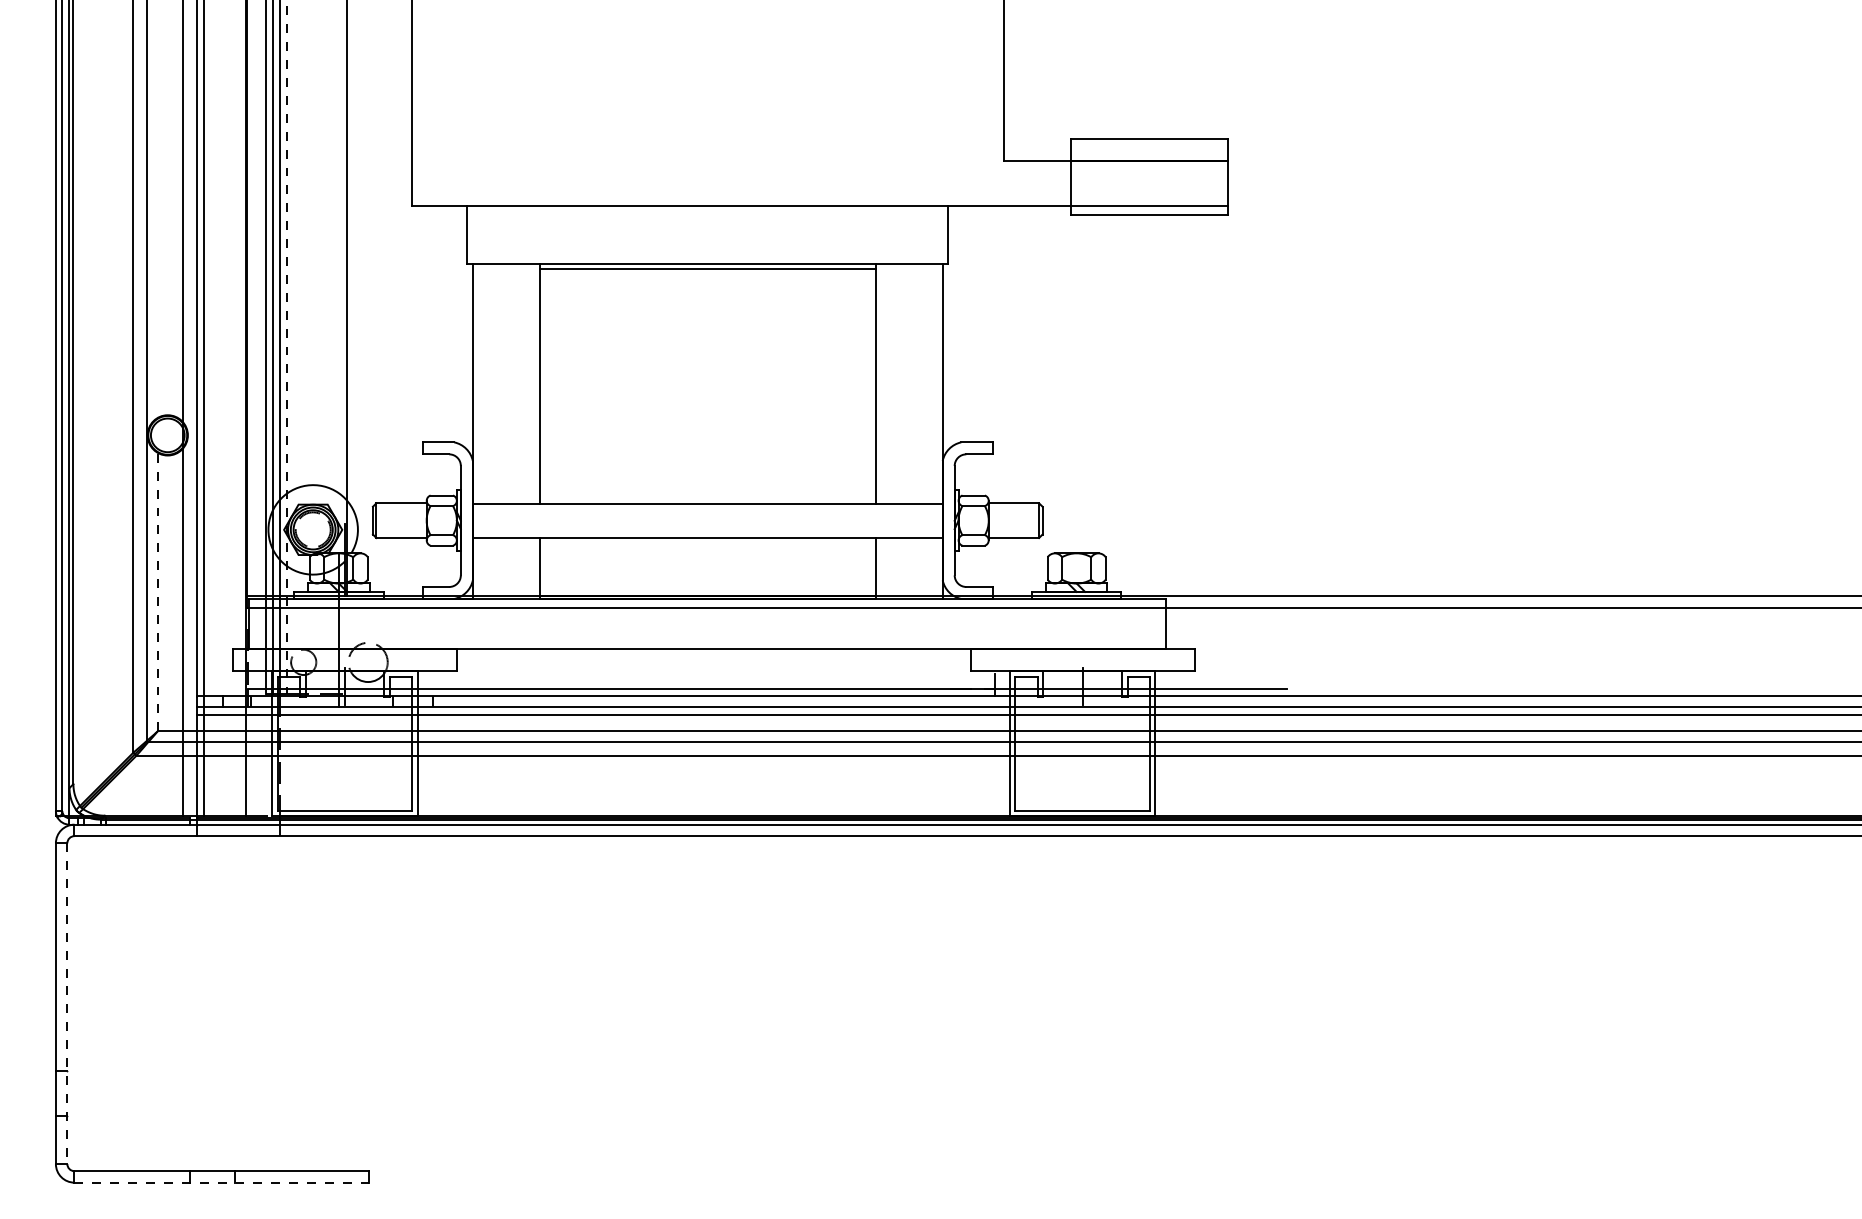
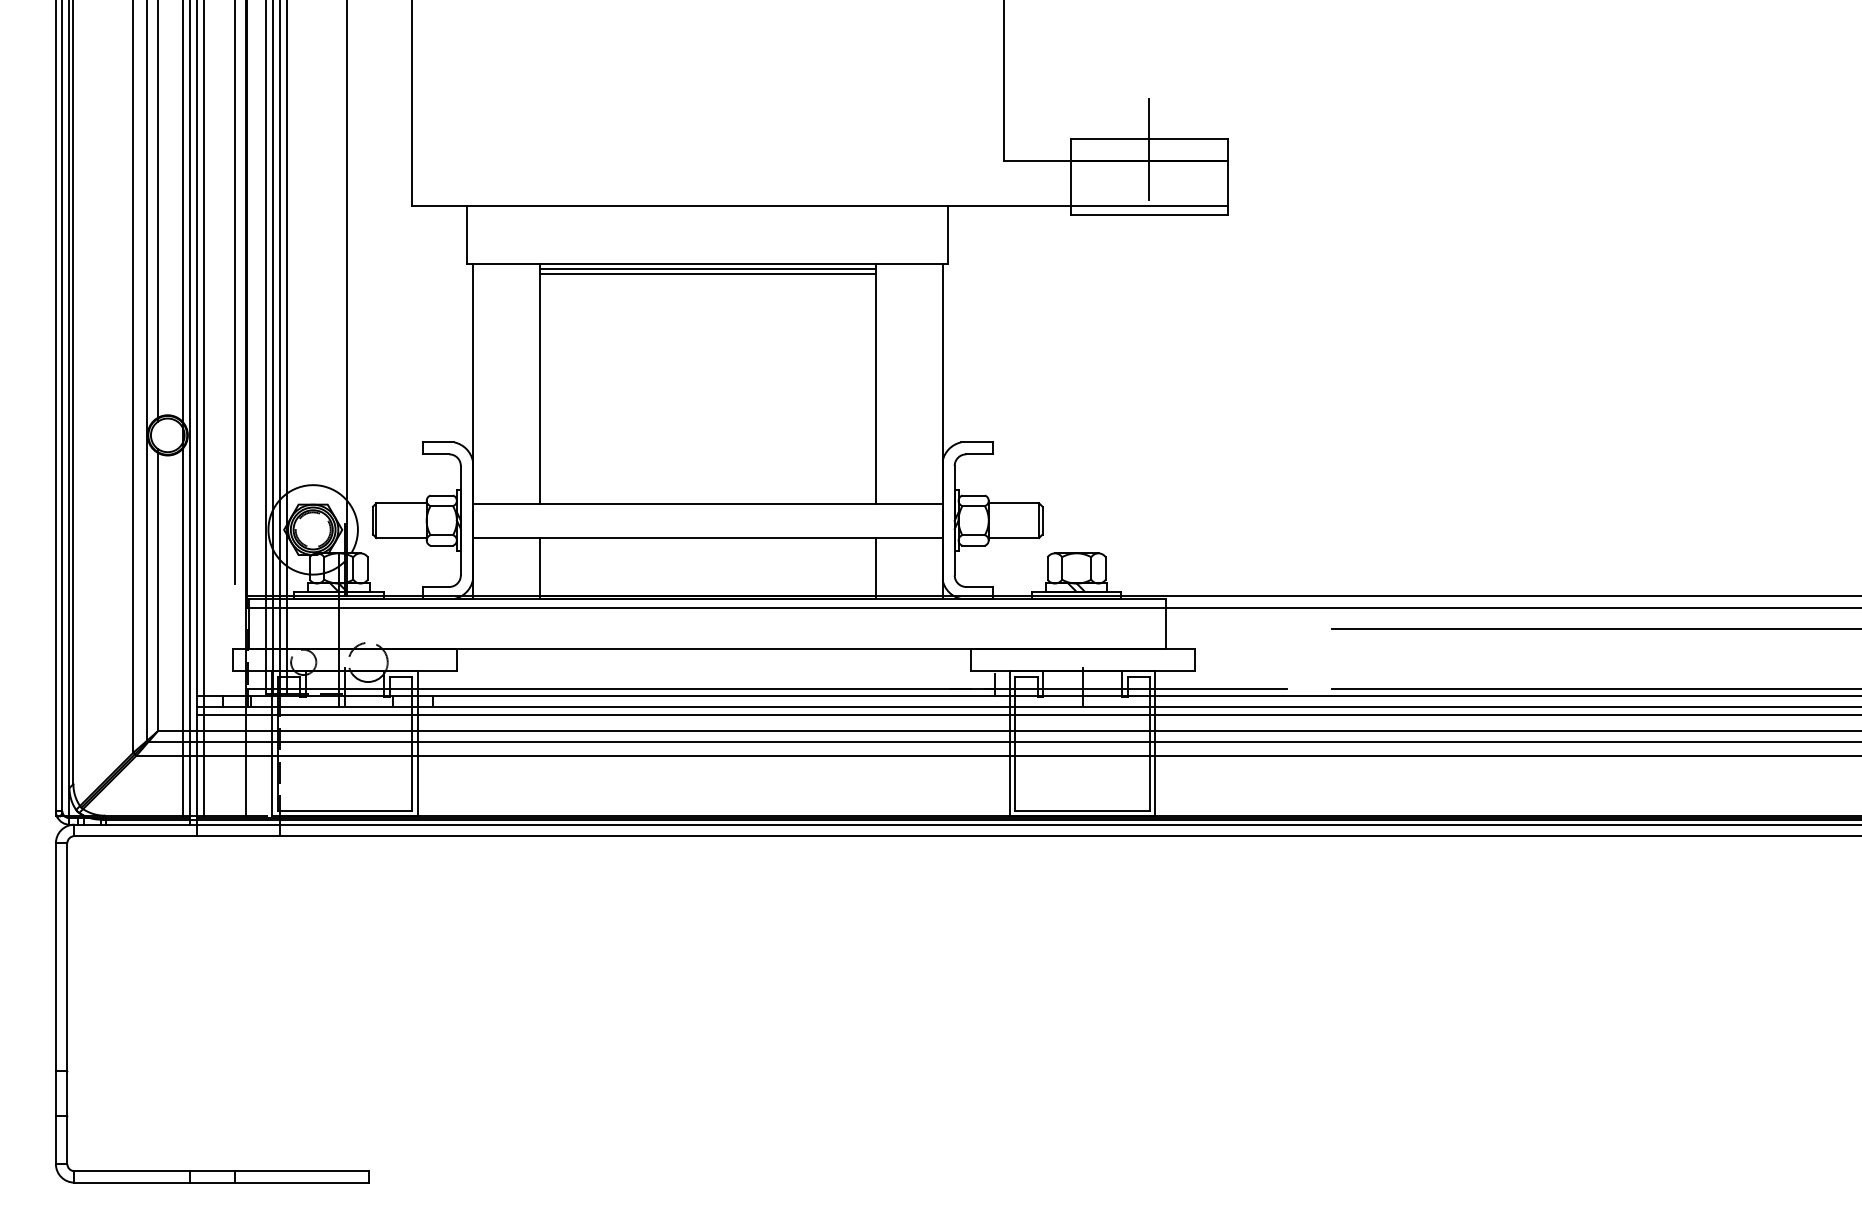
line at (1149, 149): none -> present
line at (157, 211): none -> present
line at (707, 274): none -> present
line at (234, 293): none -> present
line at (286, 347): dashed -> solid
line at (190, 408): none -> present
line at (157, 589): dashed -> solid
line at (1595, 628): none -> present
line at (1595, 688): none -> present
line at (67, 1004): dashed -> solid
line at (222, 1182): dashed -> solid
